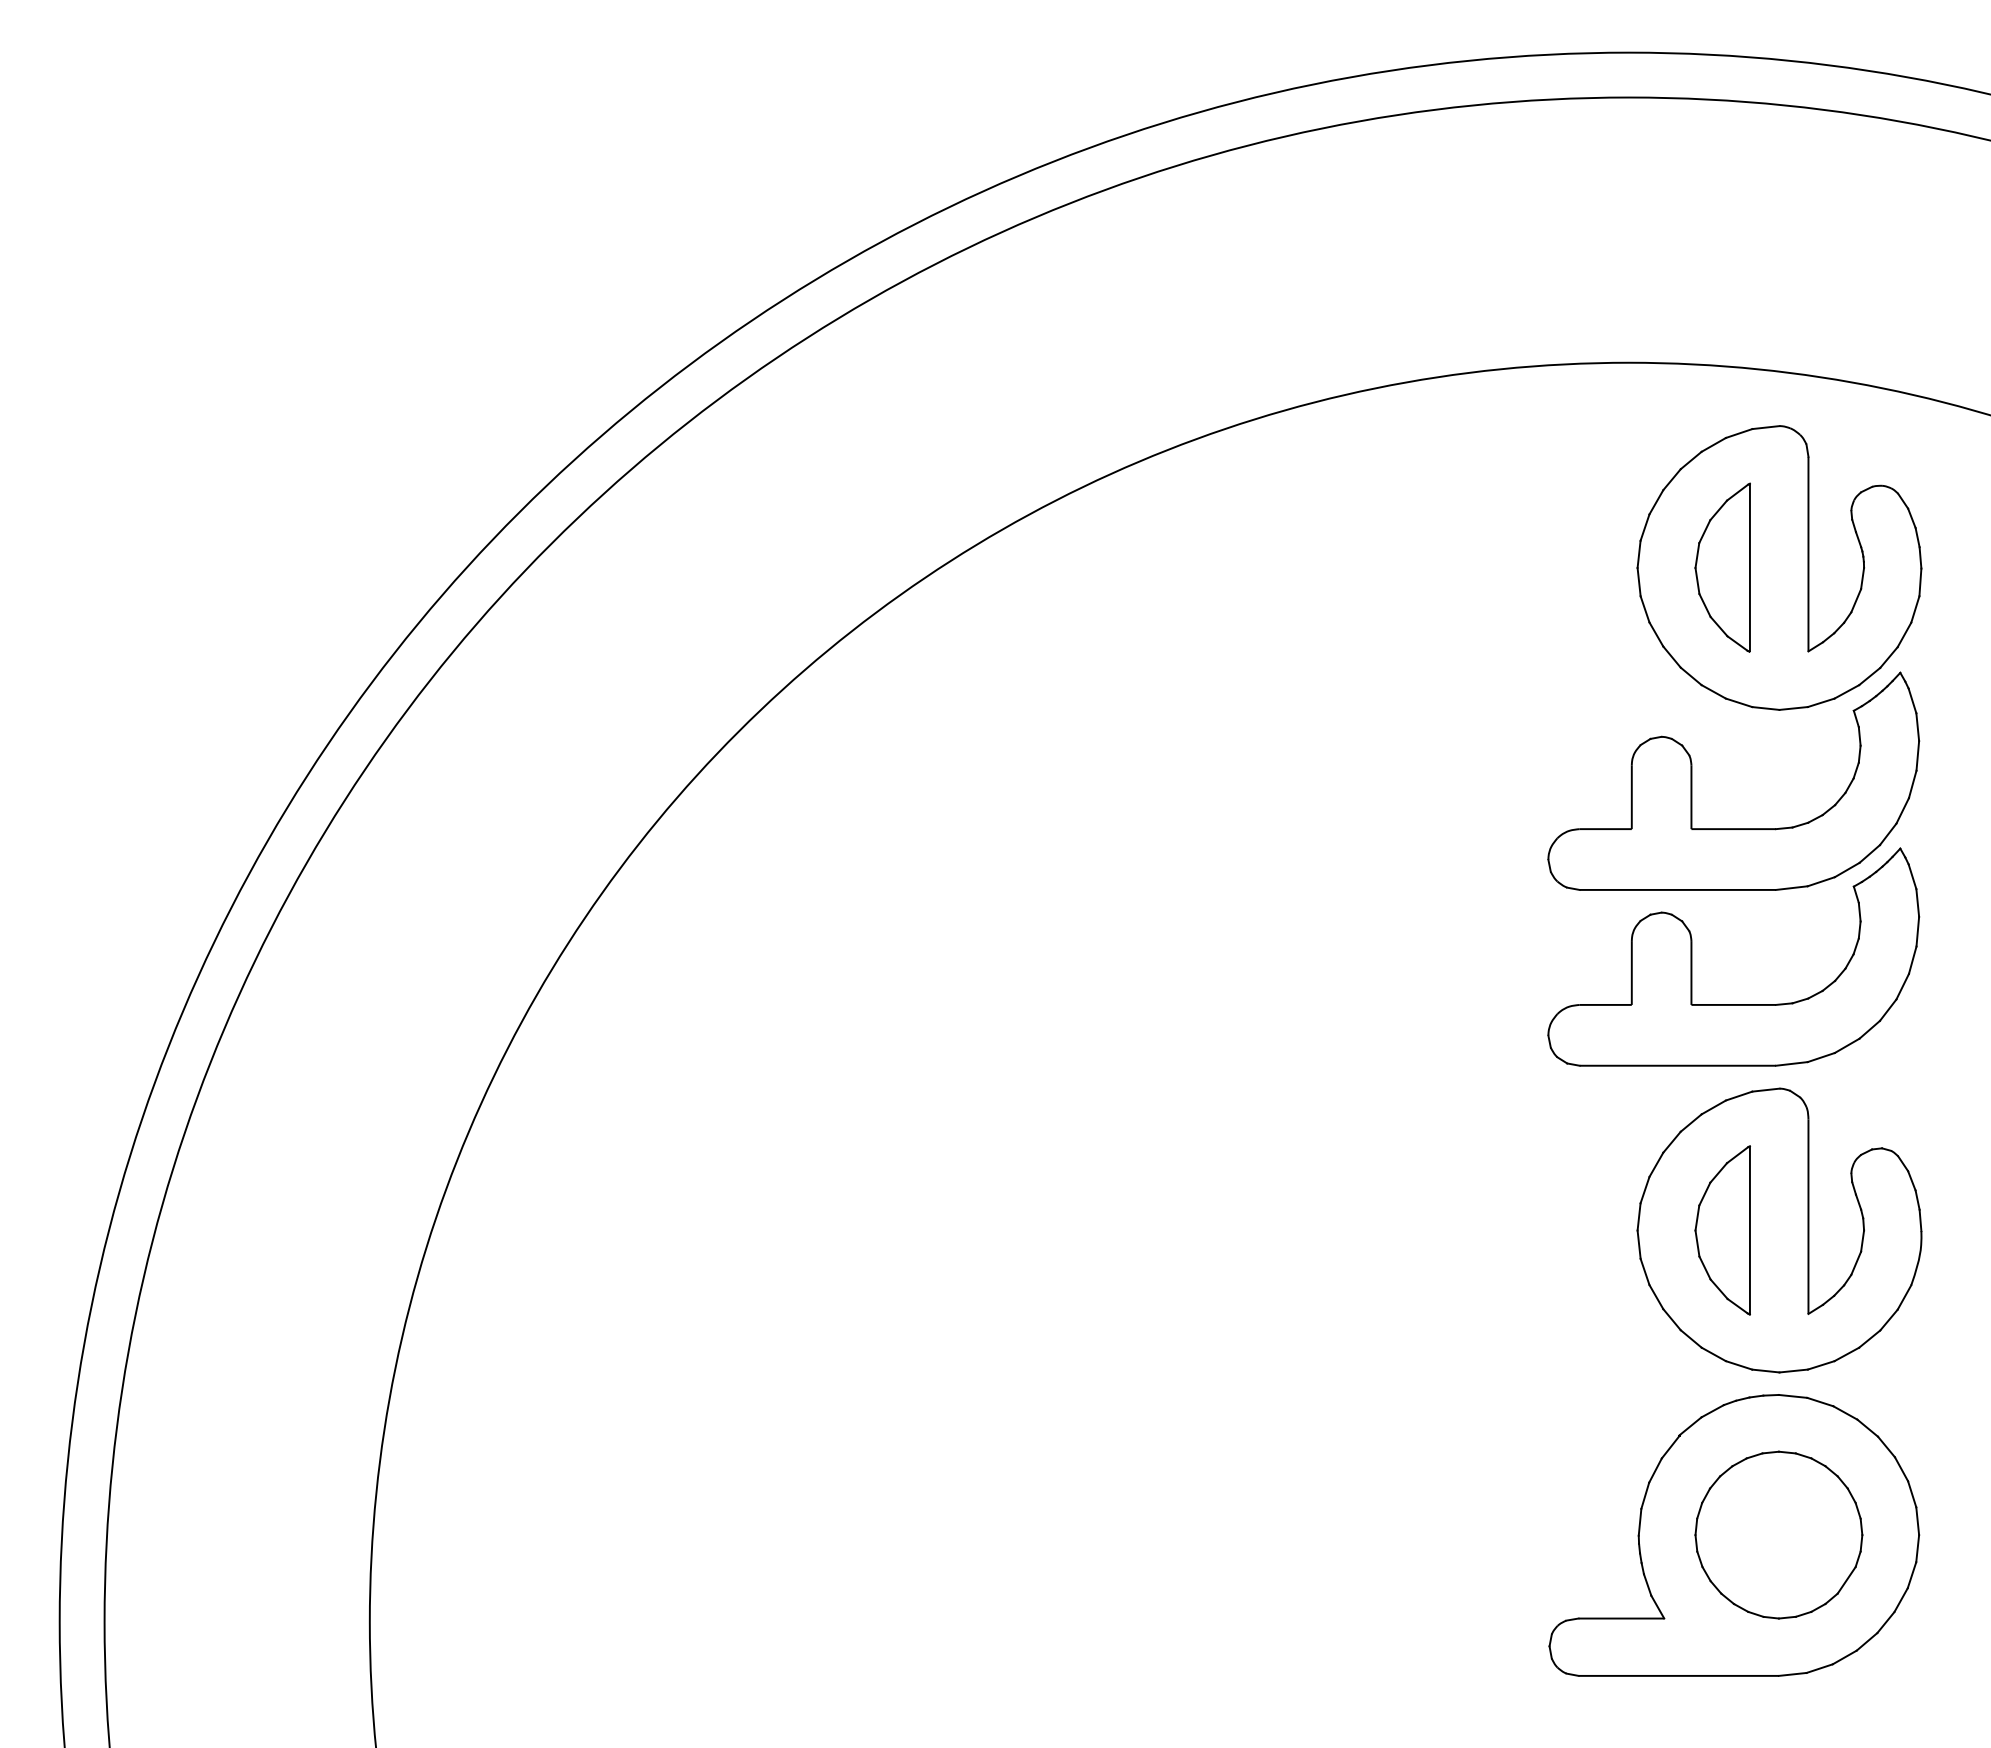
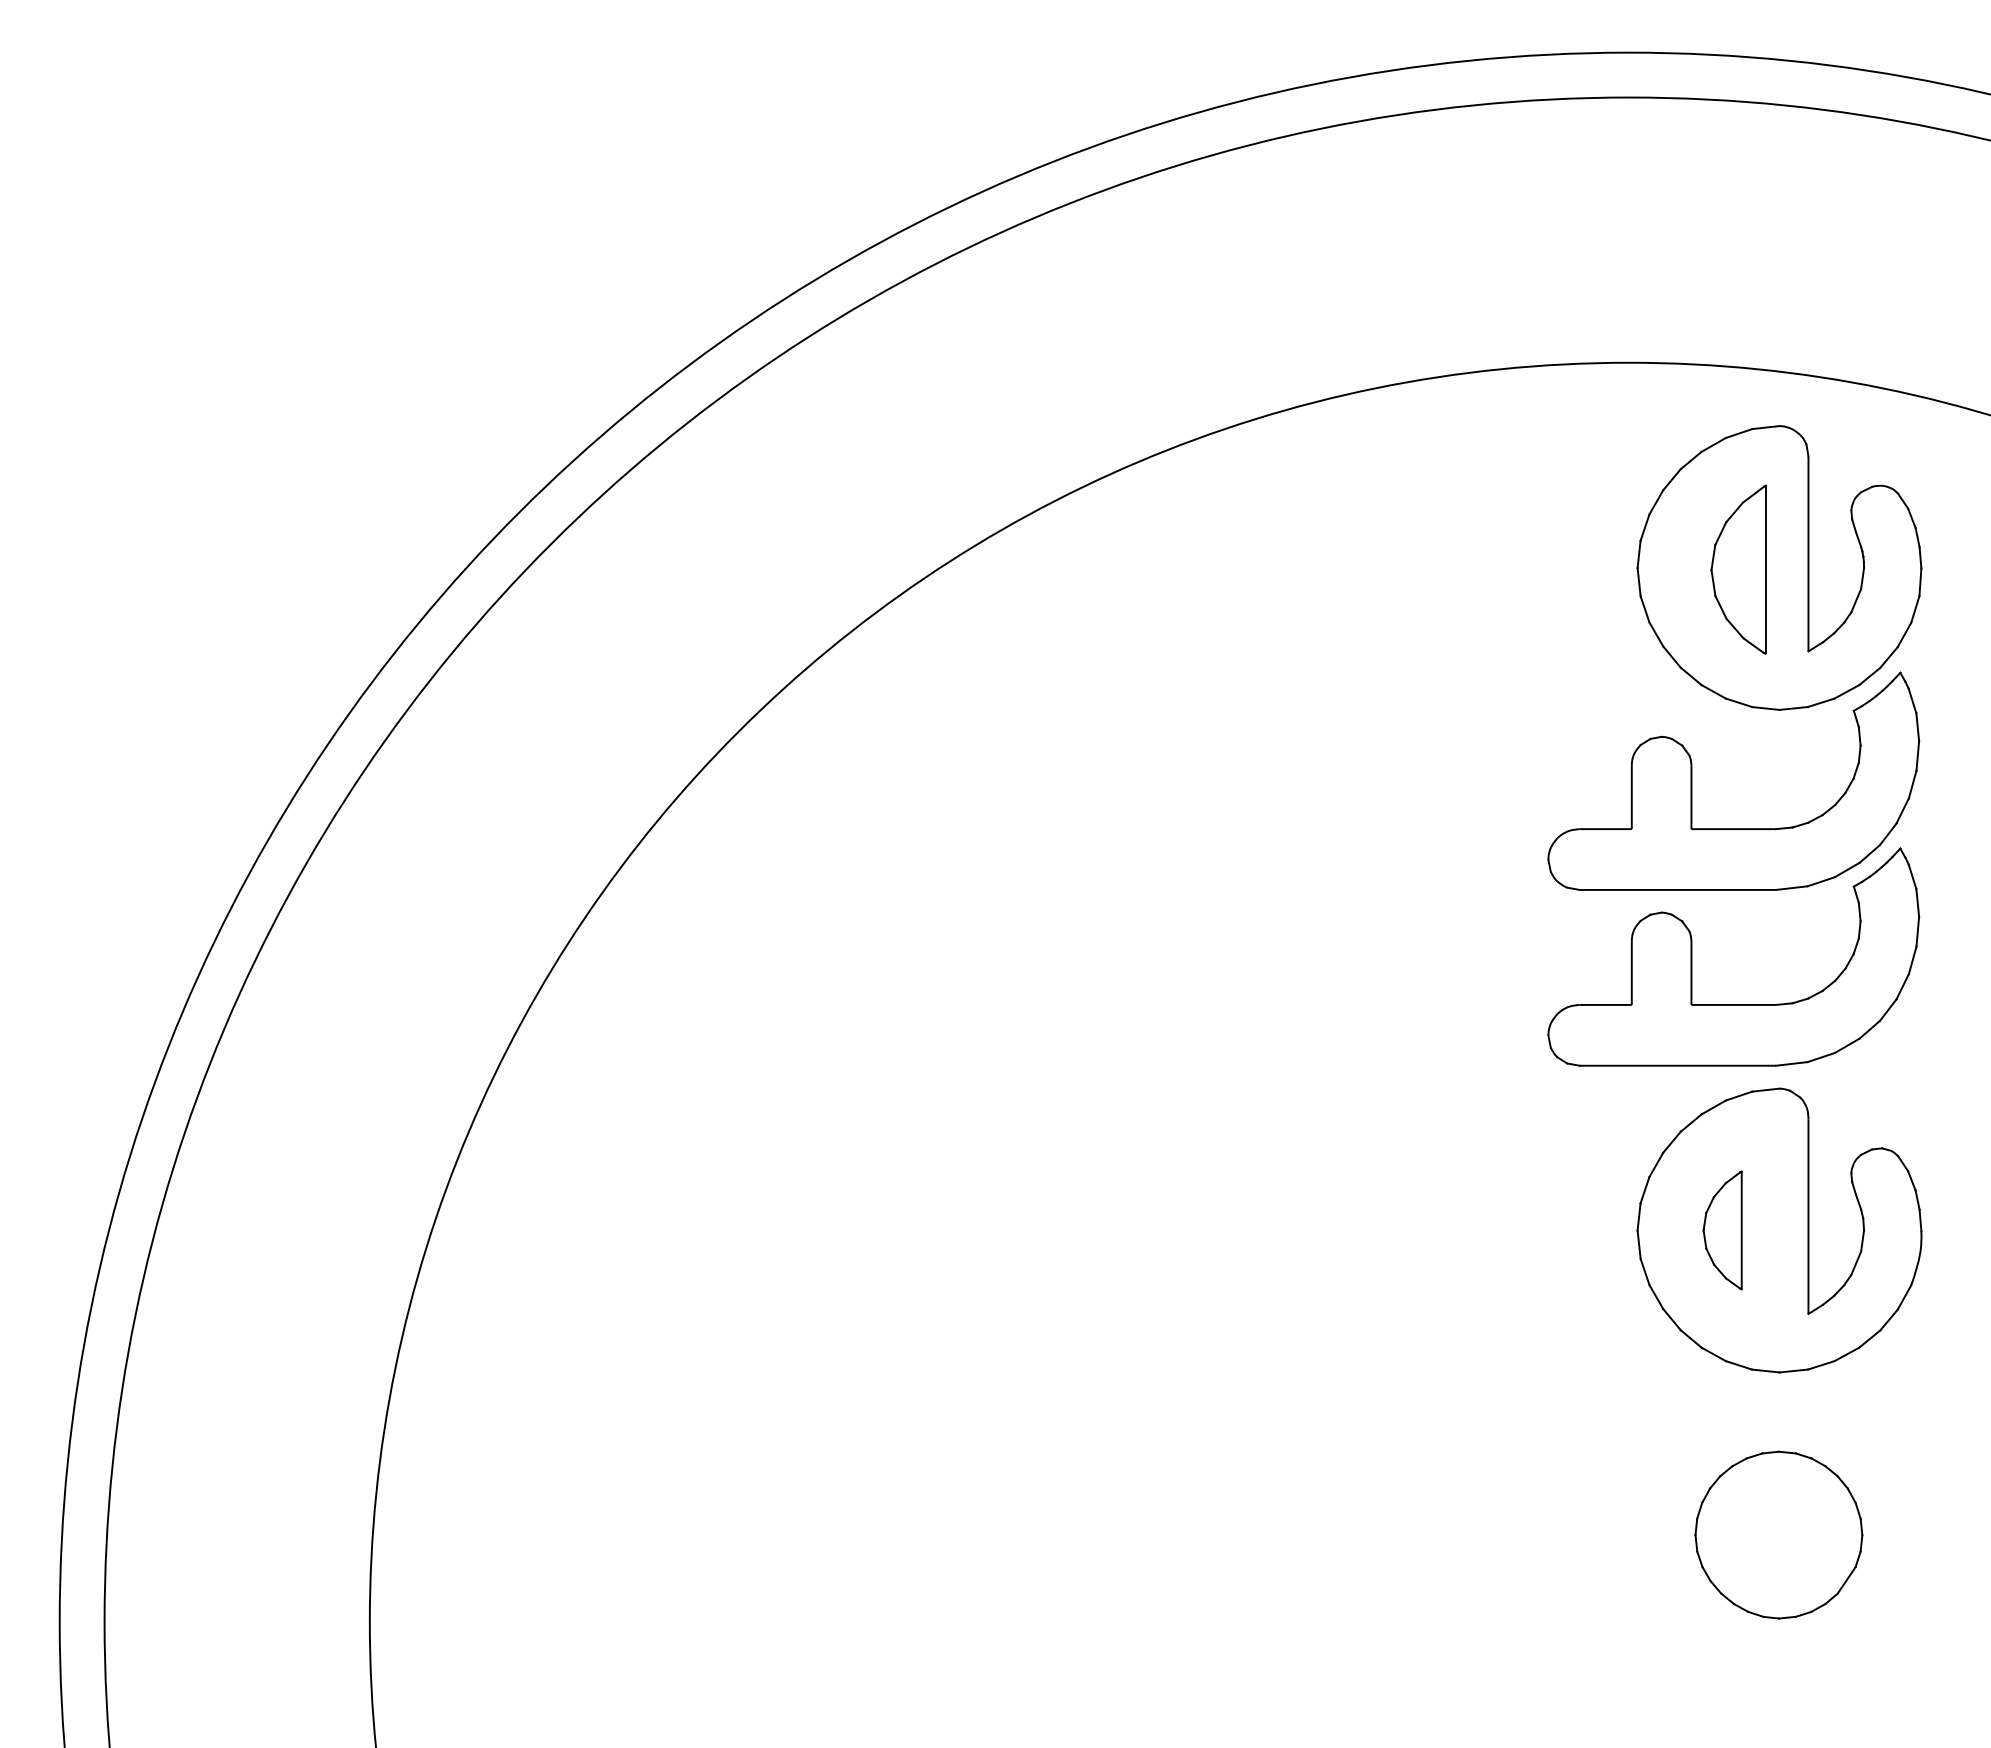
part at (1722, 567) position: (1722, 567) -> (1738, 569)
part at (1722, 1230) size: 57x171 px -> 41x121 px
part at (1734, 1535): present -> none
